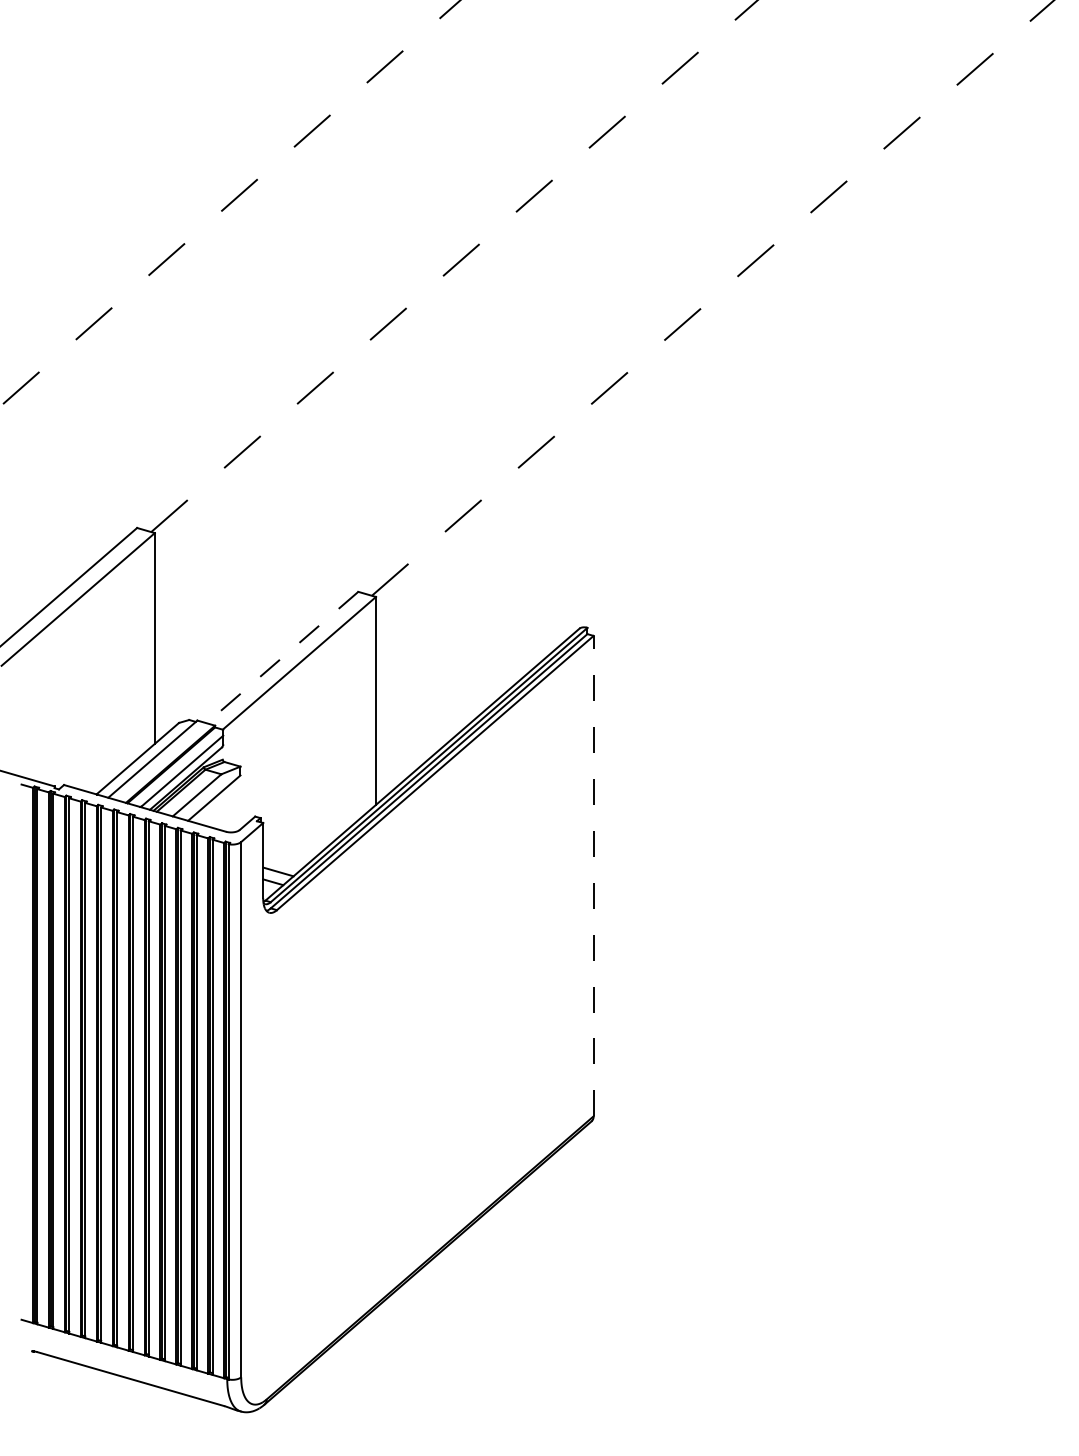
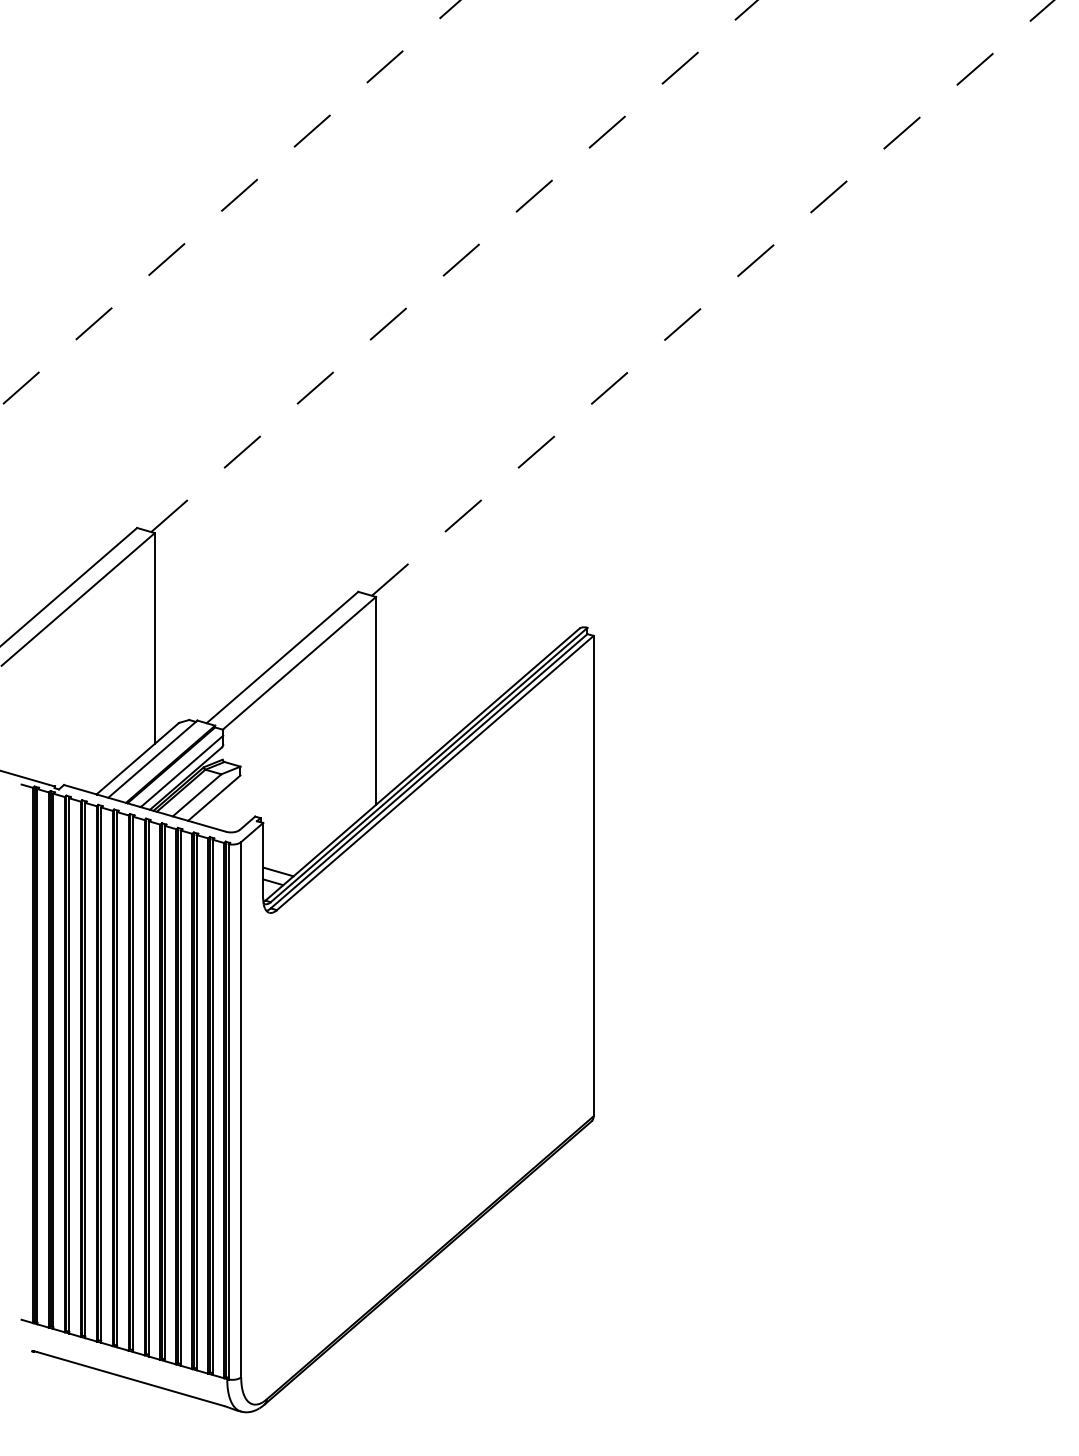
line at (282, 657): dashed -> solid
line at (593, 875): dashed -> solid
